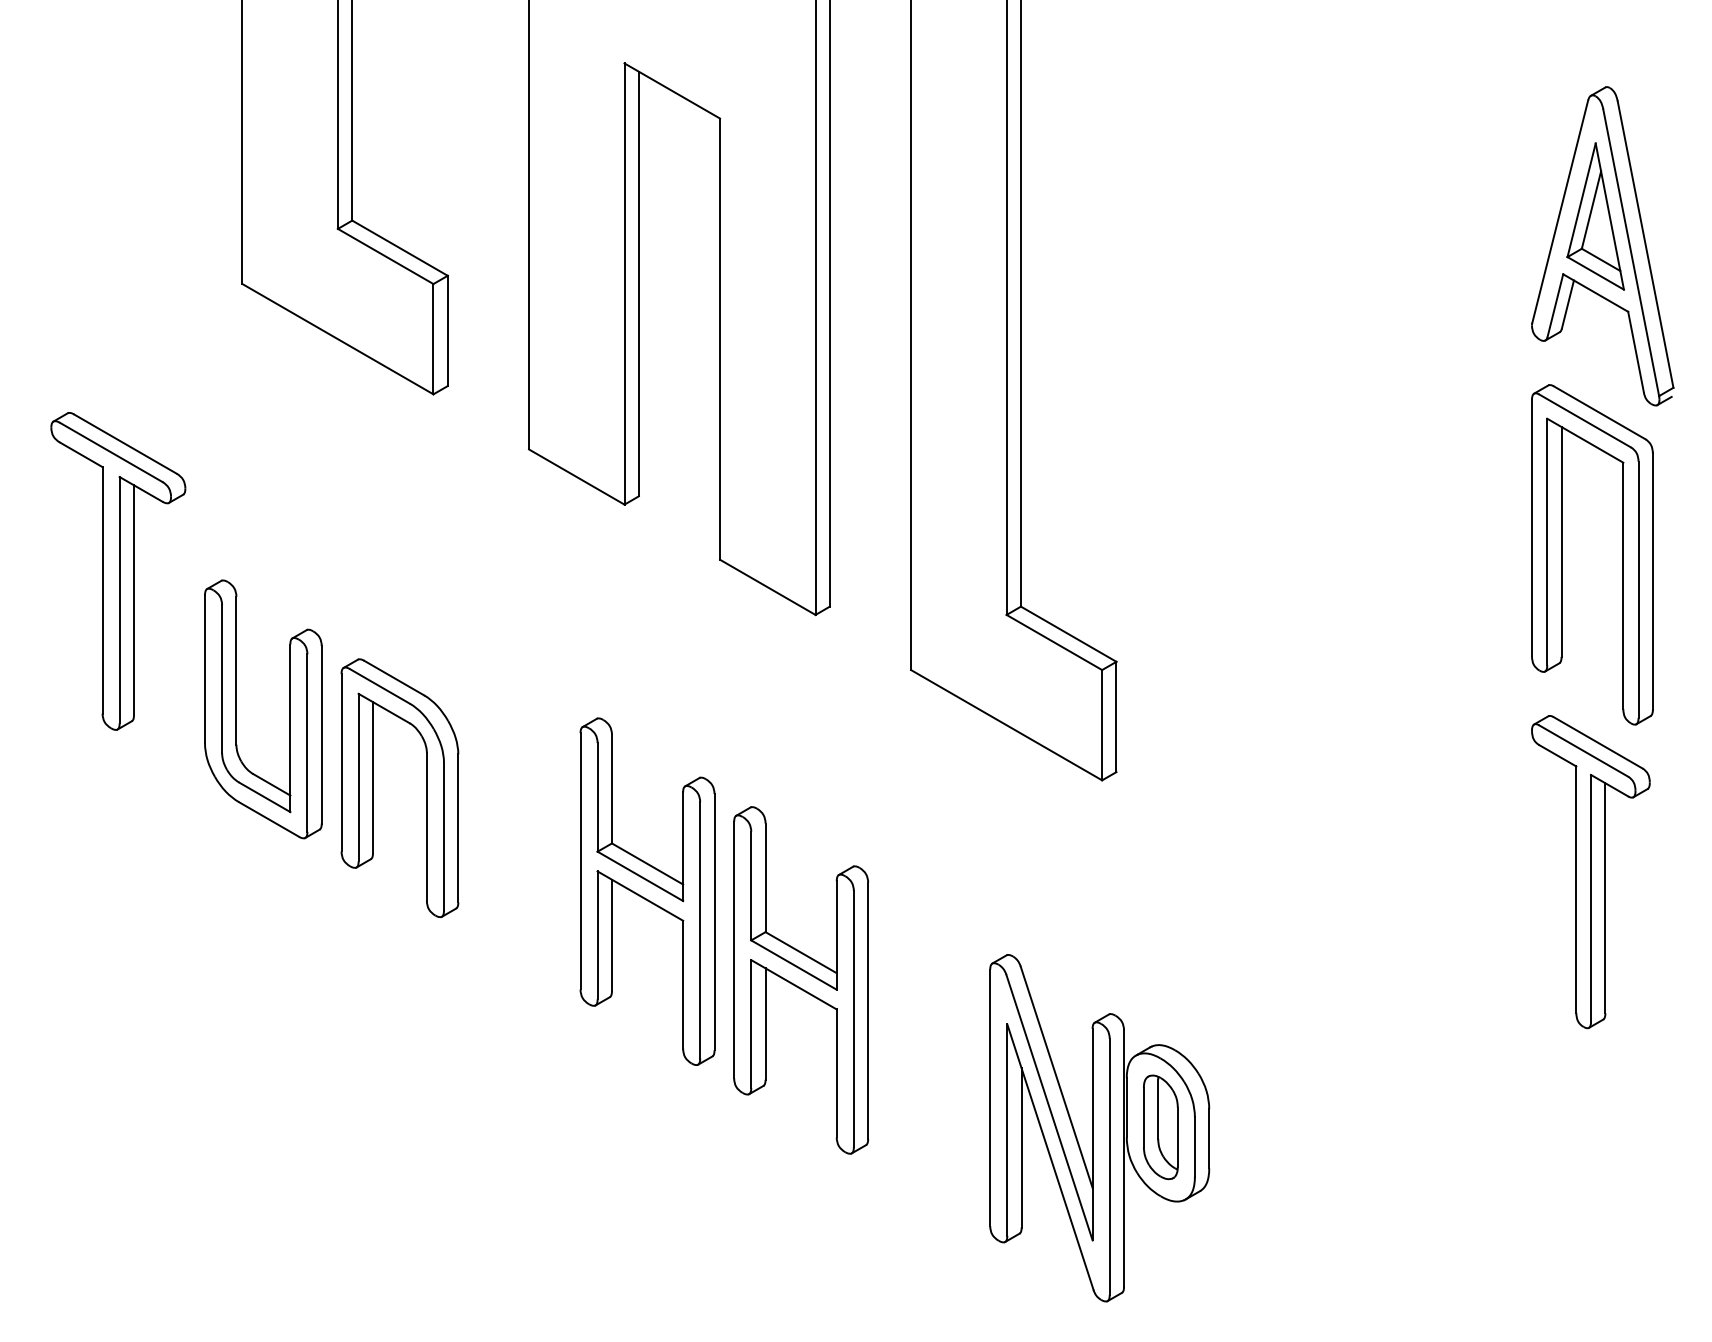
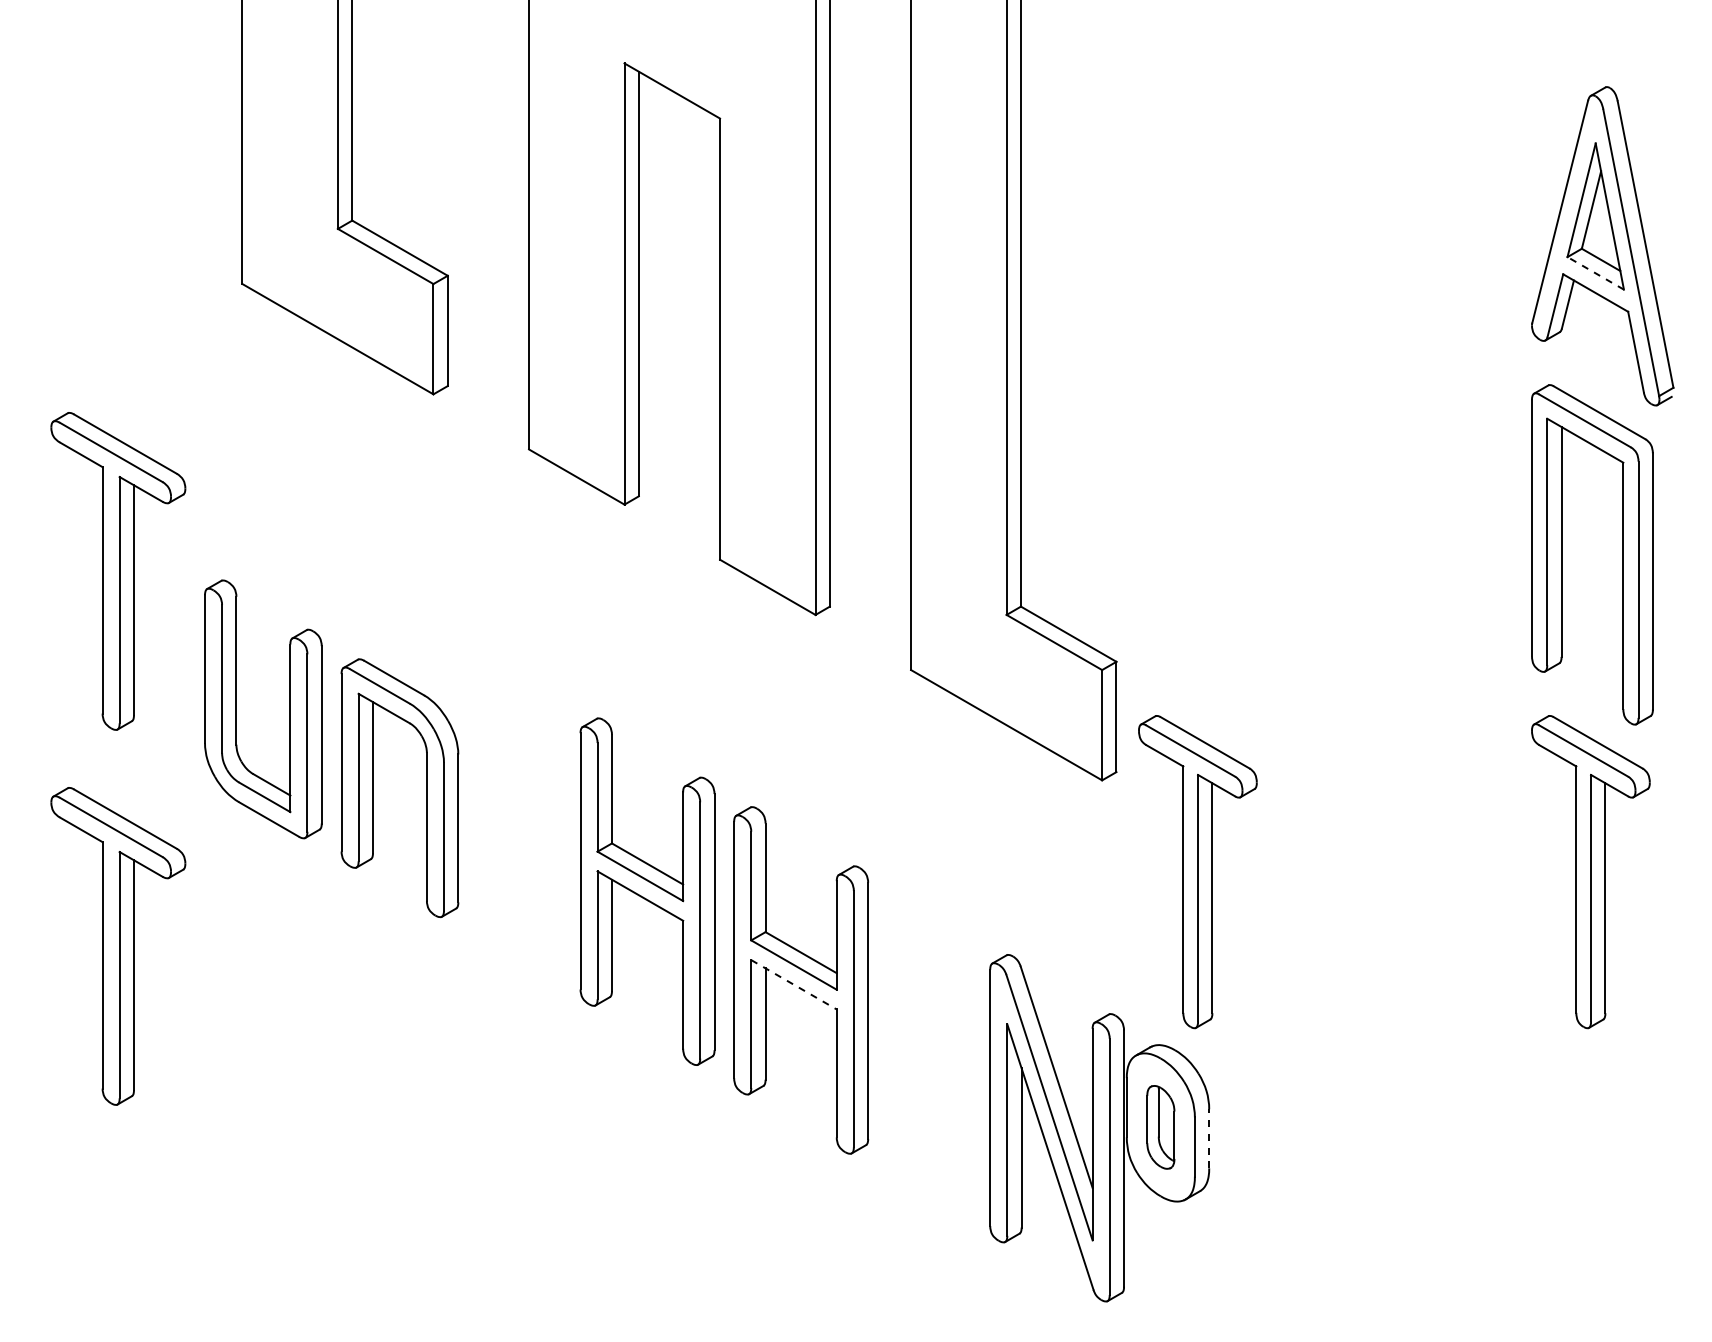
line at (1595, 273): solid -> dashed
part at (1197, 872): none -> present
part at (118, 946): none -> present
line at (794, 985): solid -> dashed
part at (1160, 1127) size: 36x107 px -> 30x85 px
line at (1209, 1138): solid -> dashed
